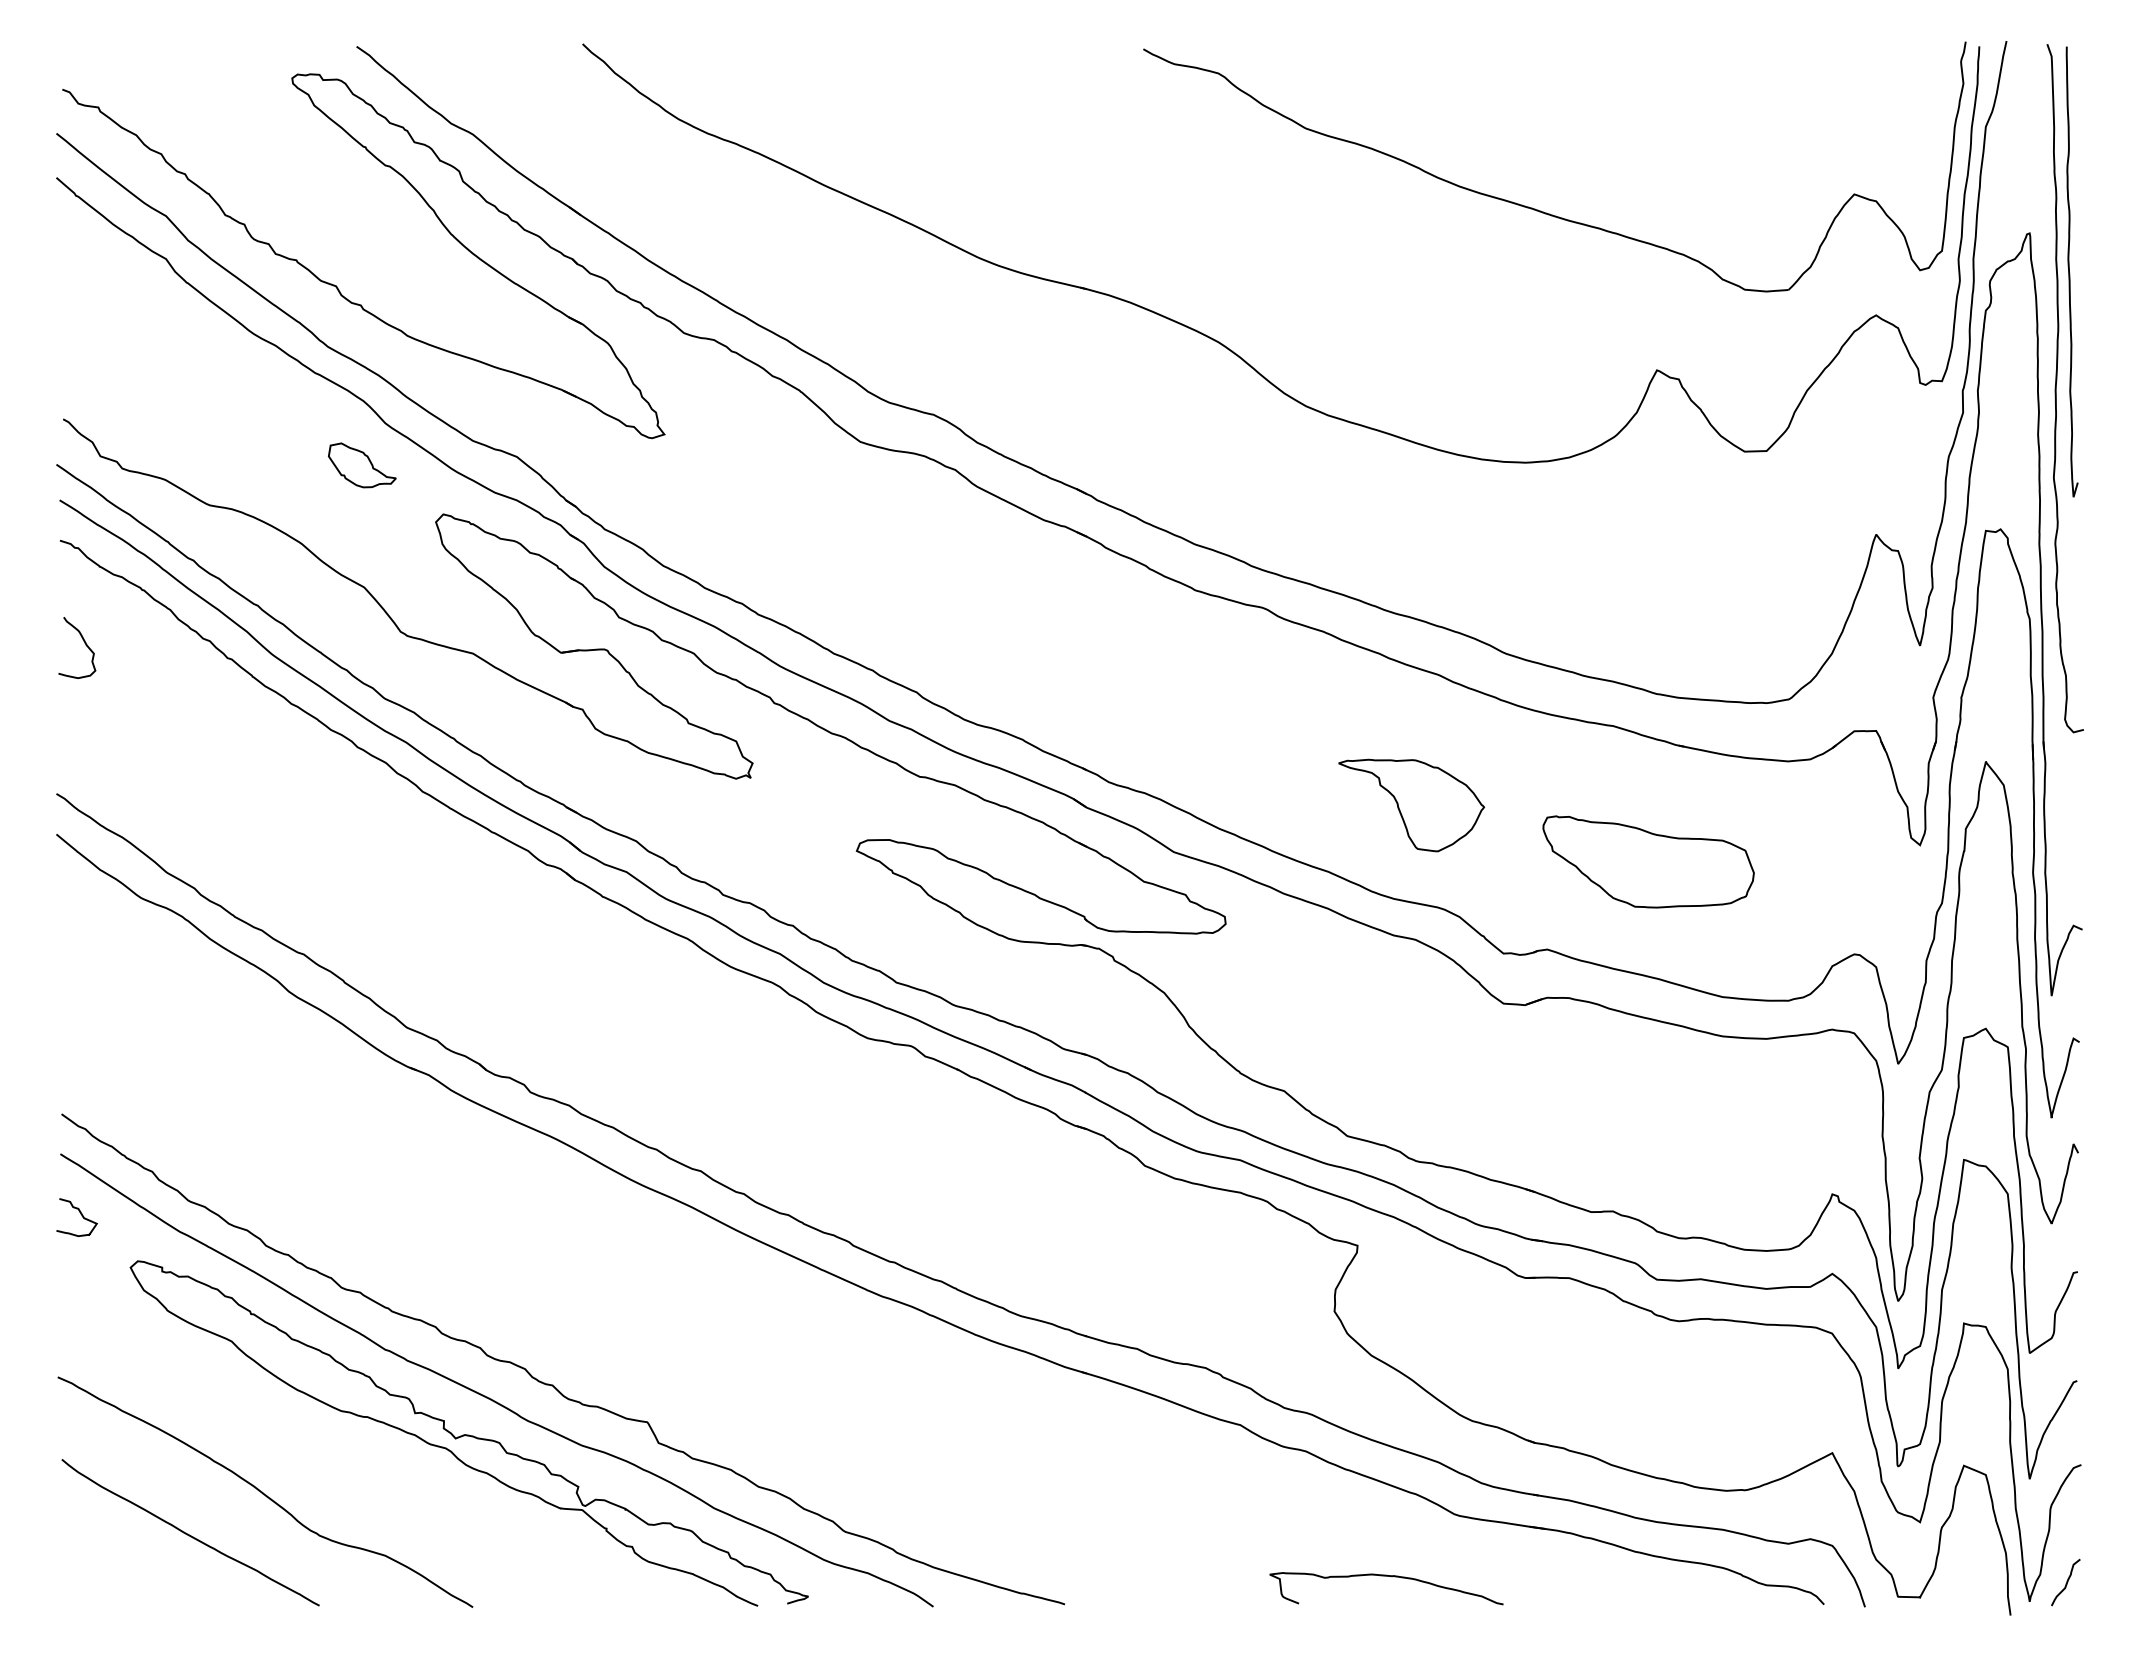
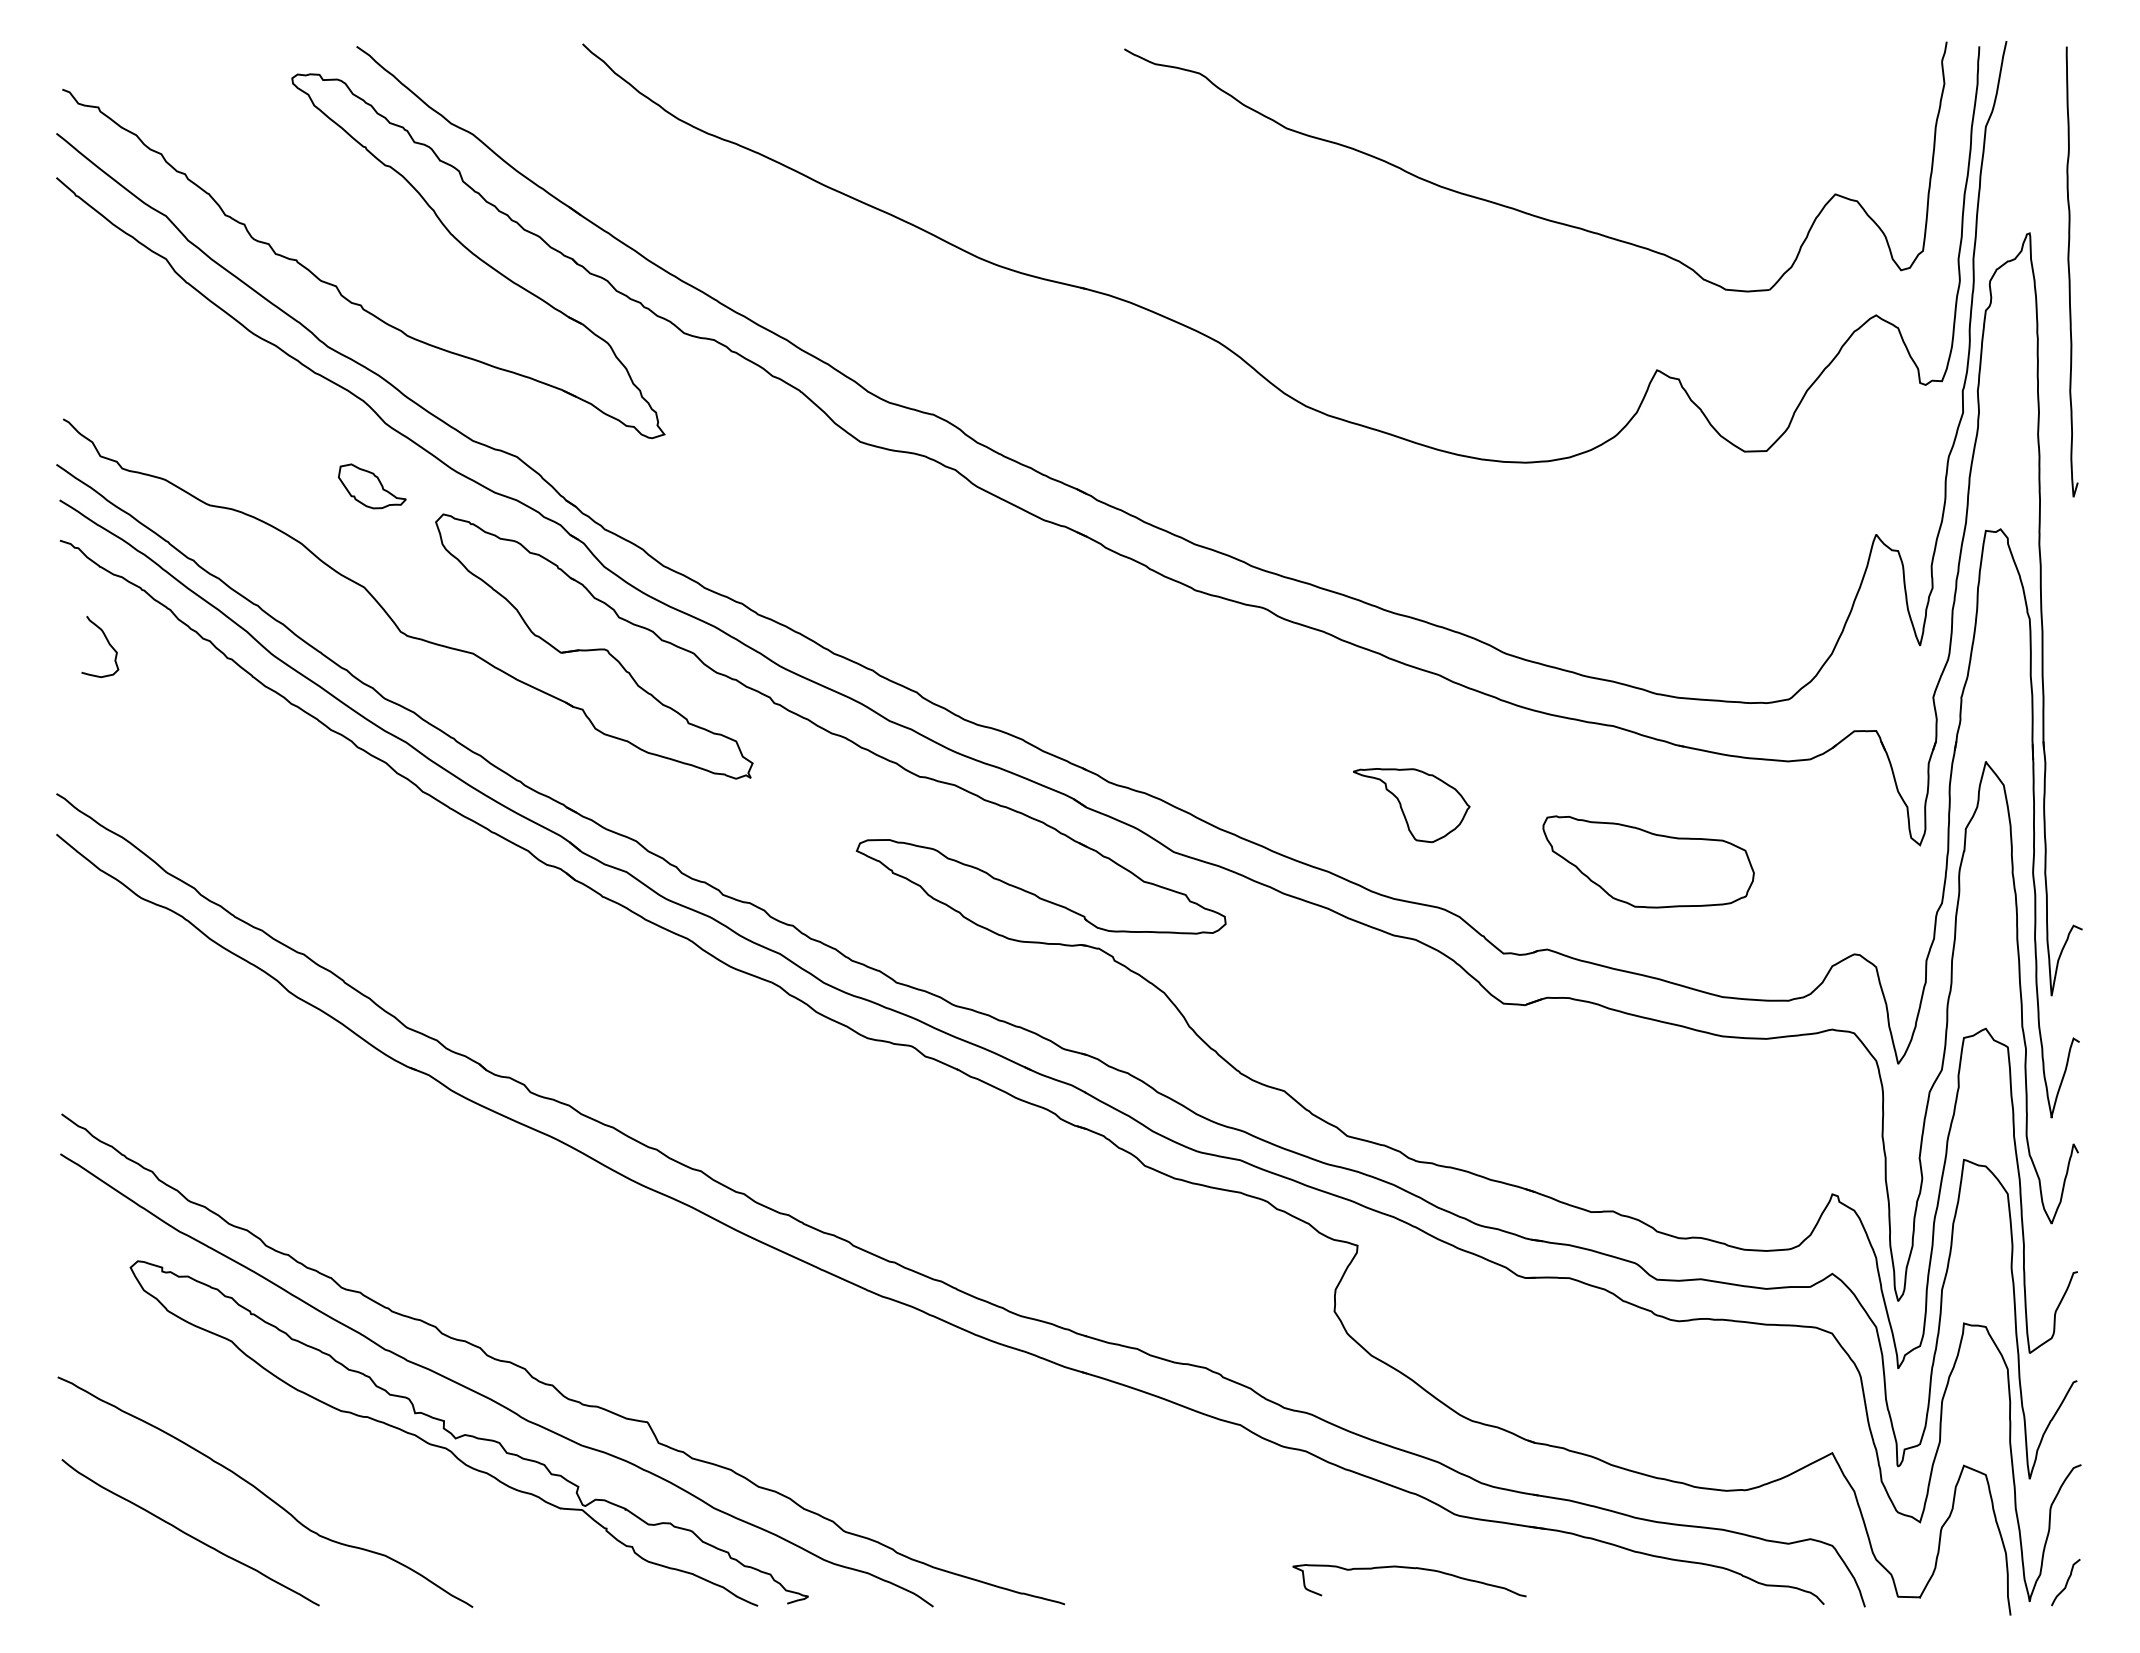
part at (1538, 209) position: (1538, 209) -> (1519, 209)
curve at (2056, 388): present -> none
part at (362, 465) position: (362, 465) -> (372, 486)
curve at (85, 645) position: (85, 645) -> (108, 644)
part at (1411, 805) size: 147x95 px -> 118x76 px
curve at (80, 1214): present -> none
curve at (1386, 1576) position: (1386, 1576) -> (1409, 1568)
